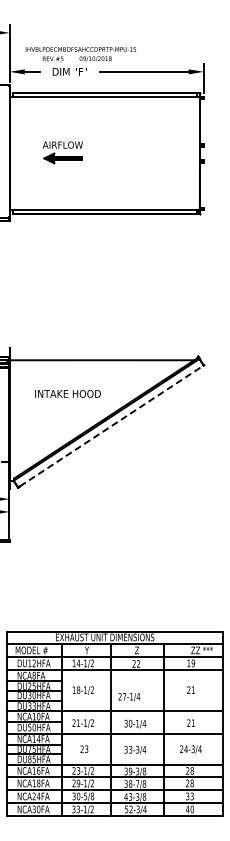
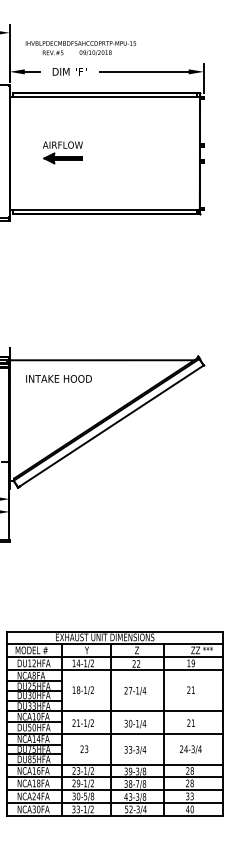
text at (80, 54) position: (80, 54) -> (80, 48)
text at (67, 393) position: (67, 393) -> (58, 378)
line at (111, 425): dashed -> solid
text at (129, 697) position: (129, 697) -> (135, 691)
